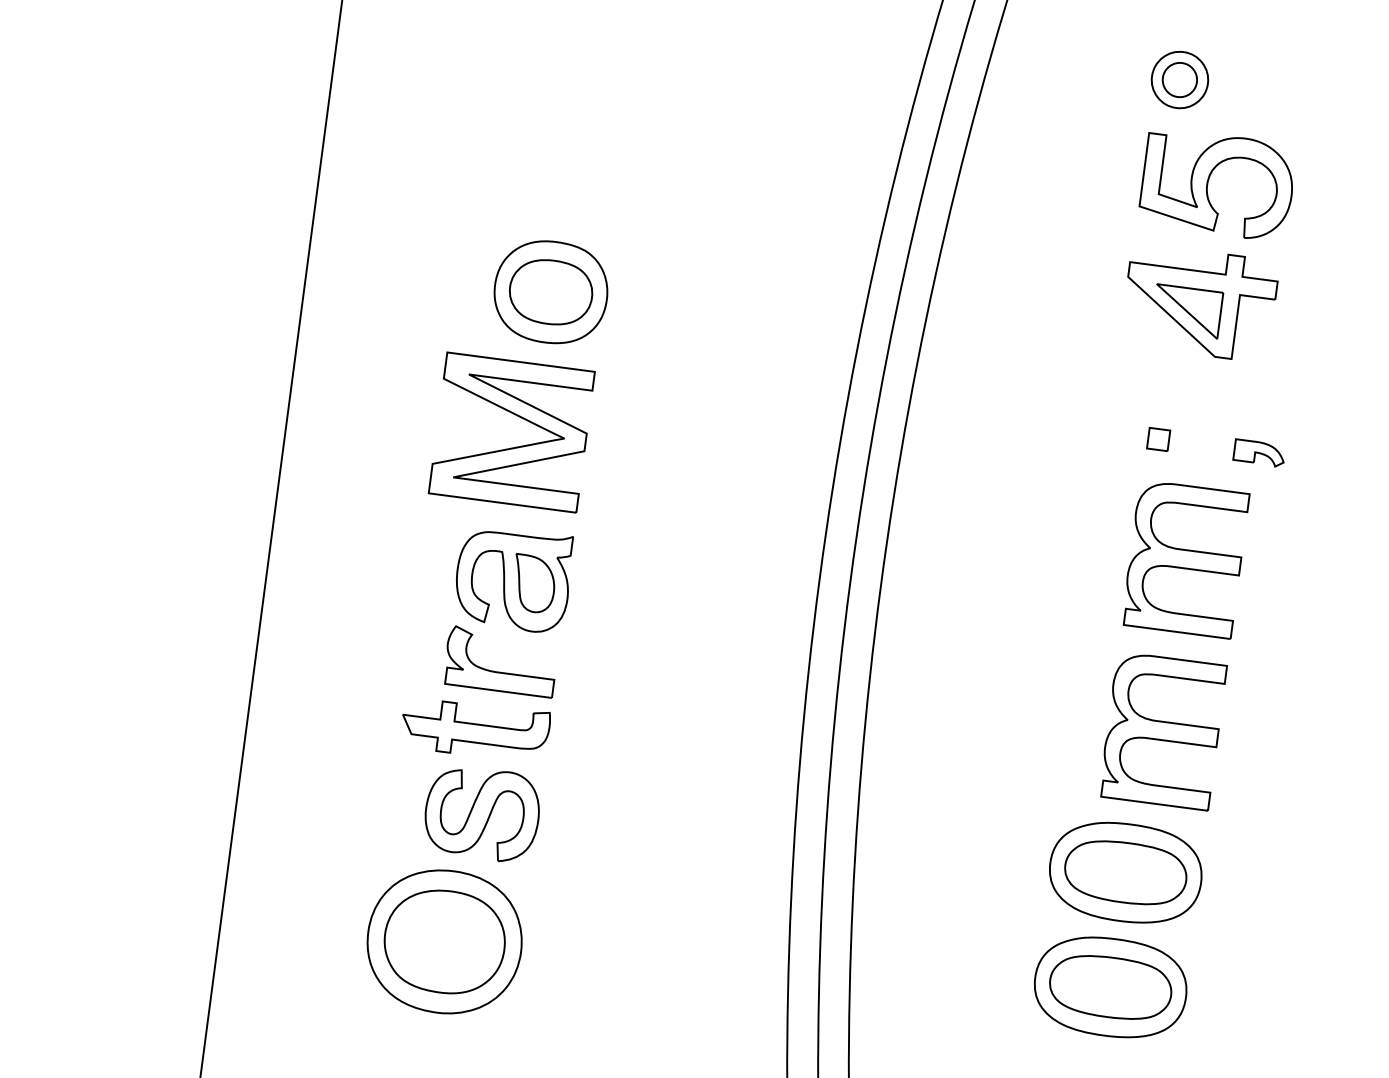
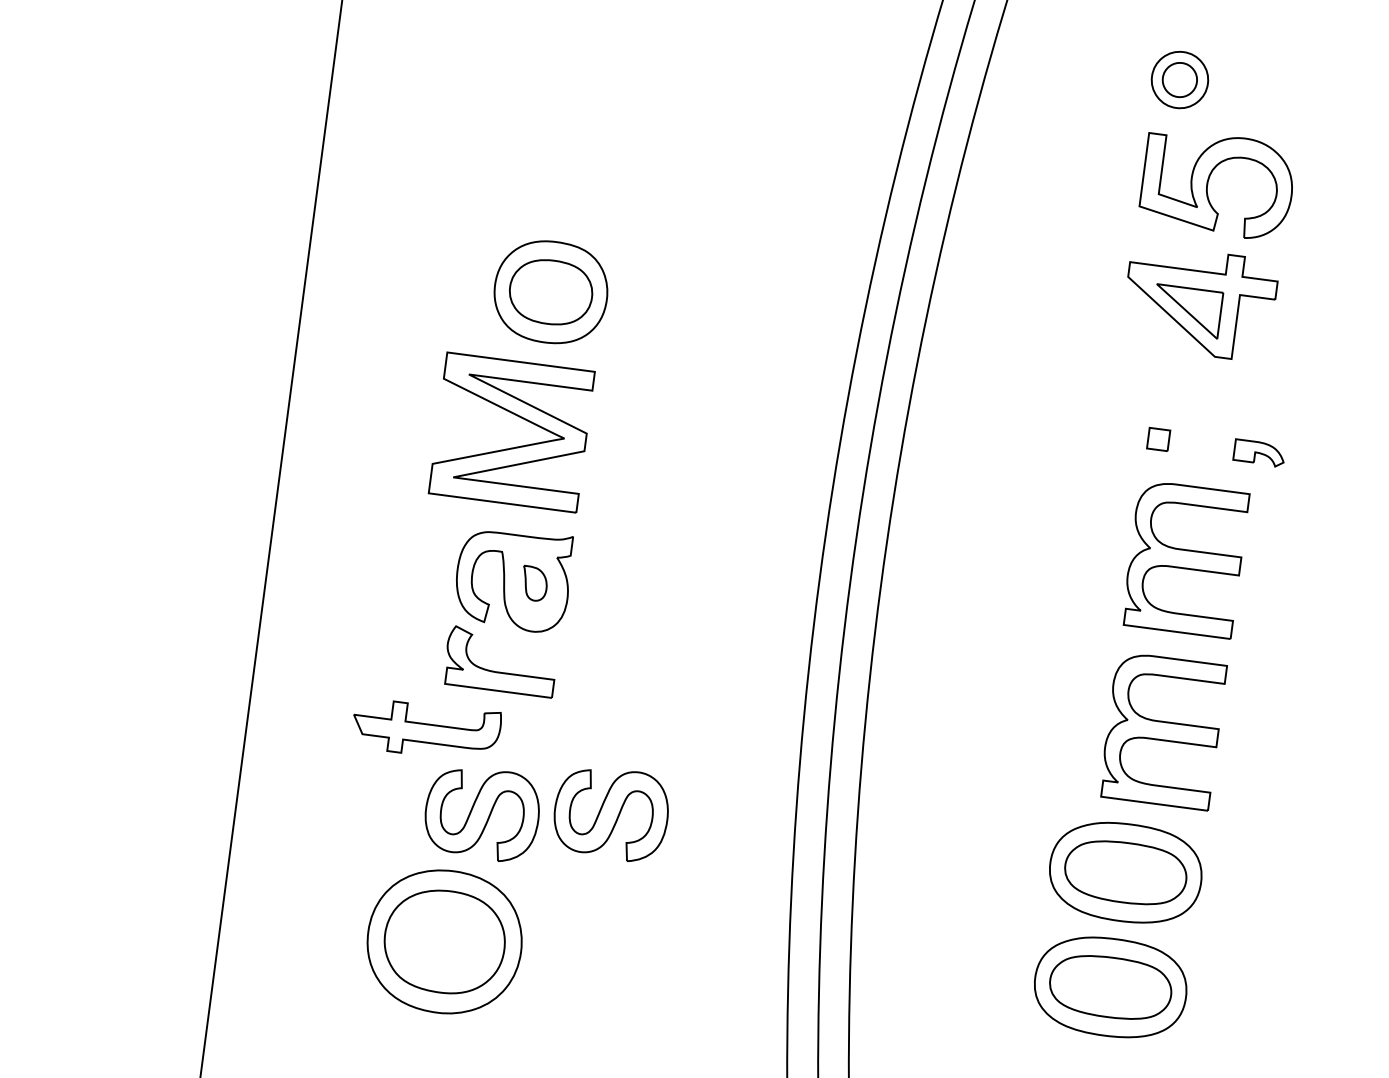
part at (535, 583) size: 41x61 px -> 25x38 px
part at (476, 726) position: (476, 726) -> (427, 726)
part at (610, 815): none -> present
